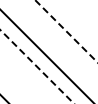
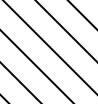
line at (81, 14): none -> present
line at (66, 31): dashed -> solid
line at (46, 55) position: (46, 55) -> (49, 46)
line at (37, 66): dashed -> solid
line at (20, 82): none -> present
